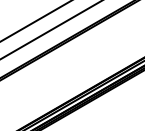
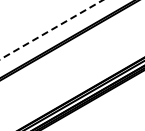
line at (35, 21): present -> none
line at (51, 29): solid -> dashed
